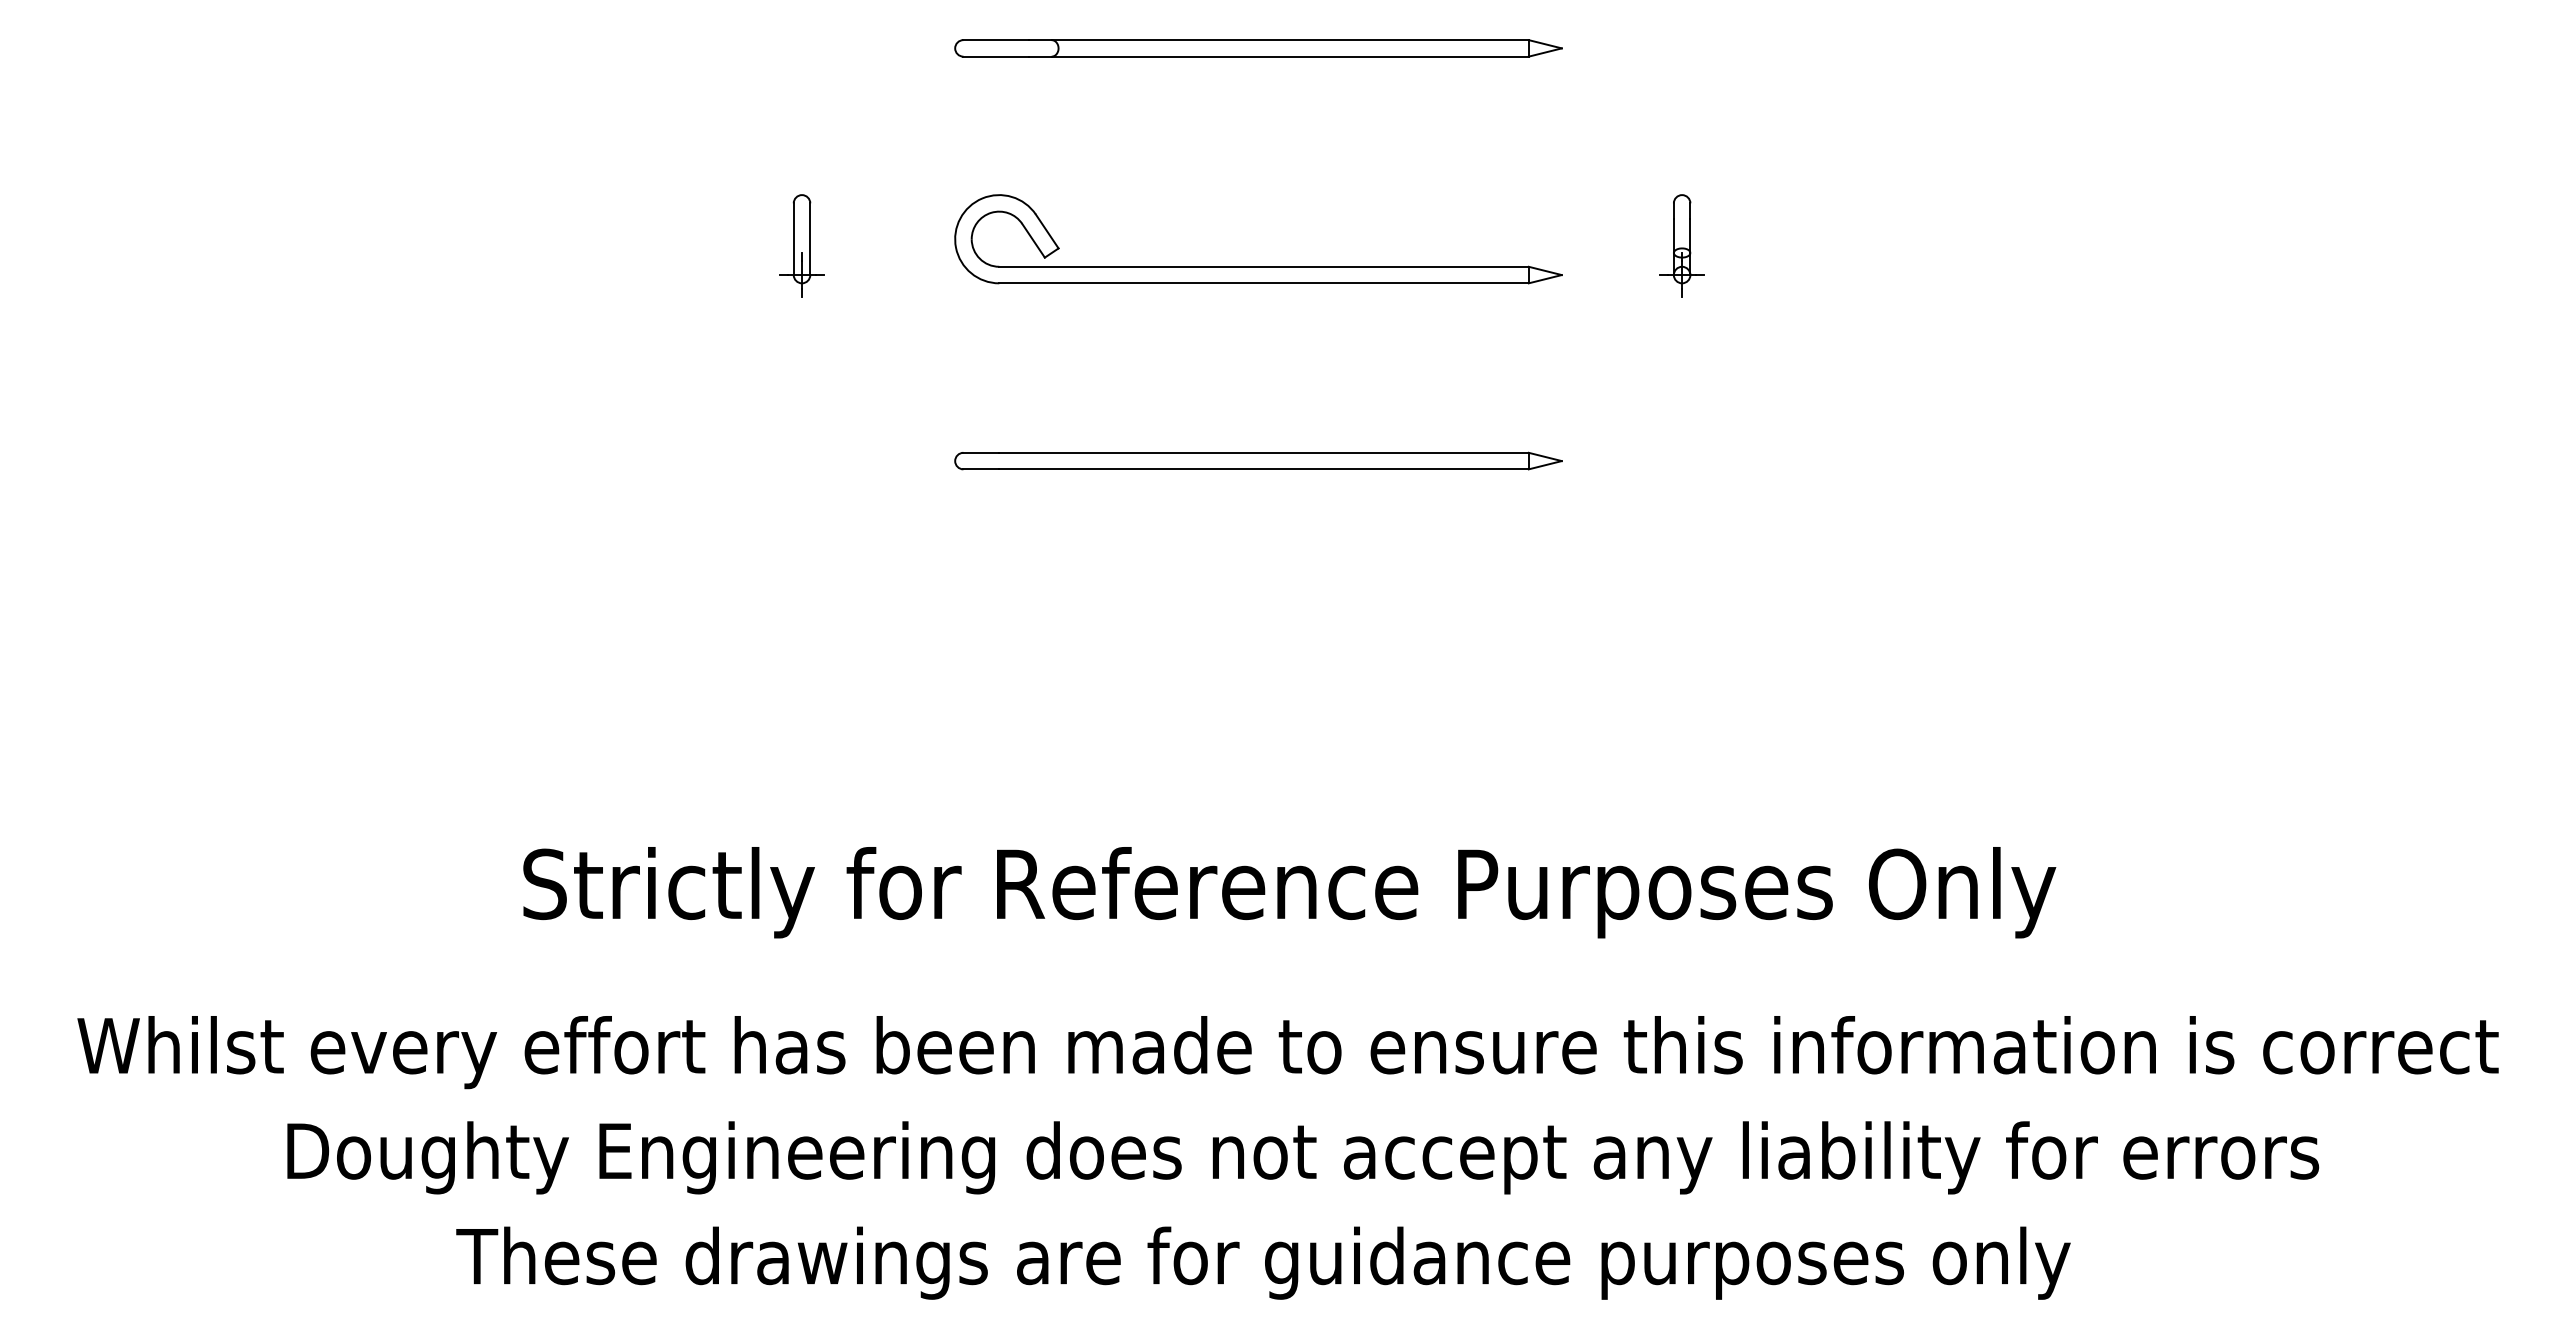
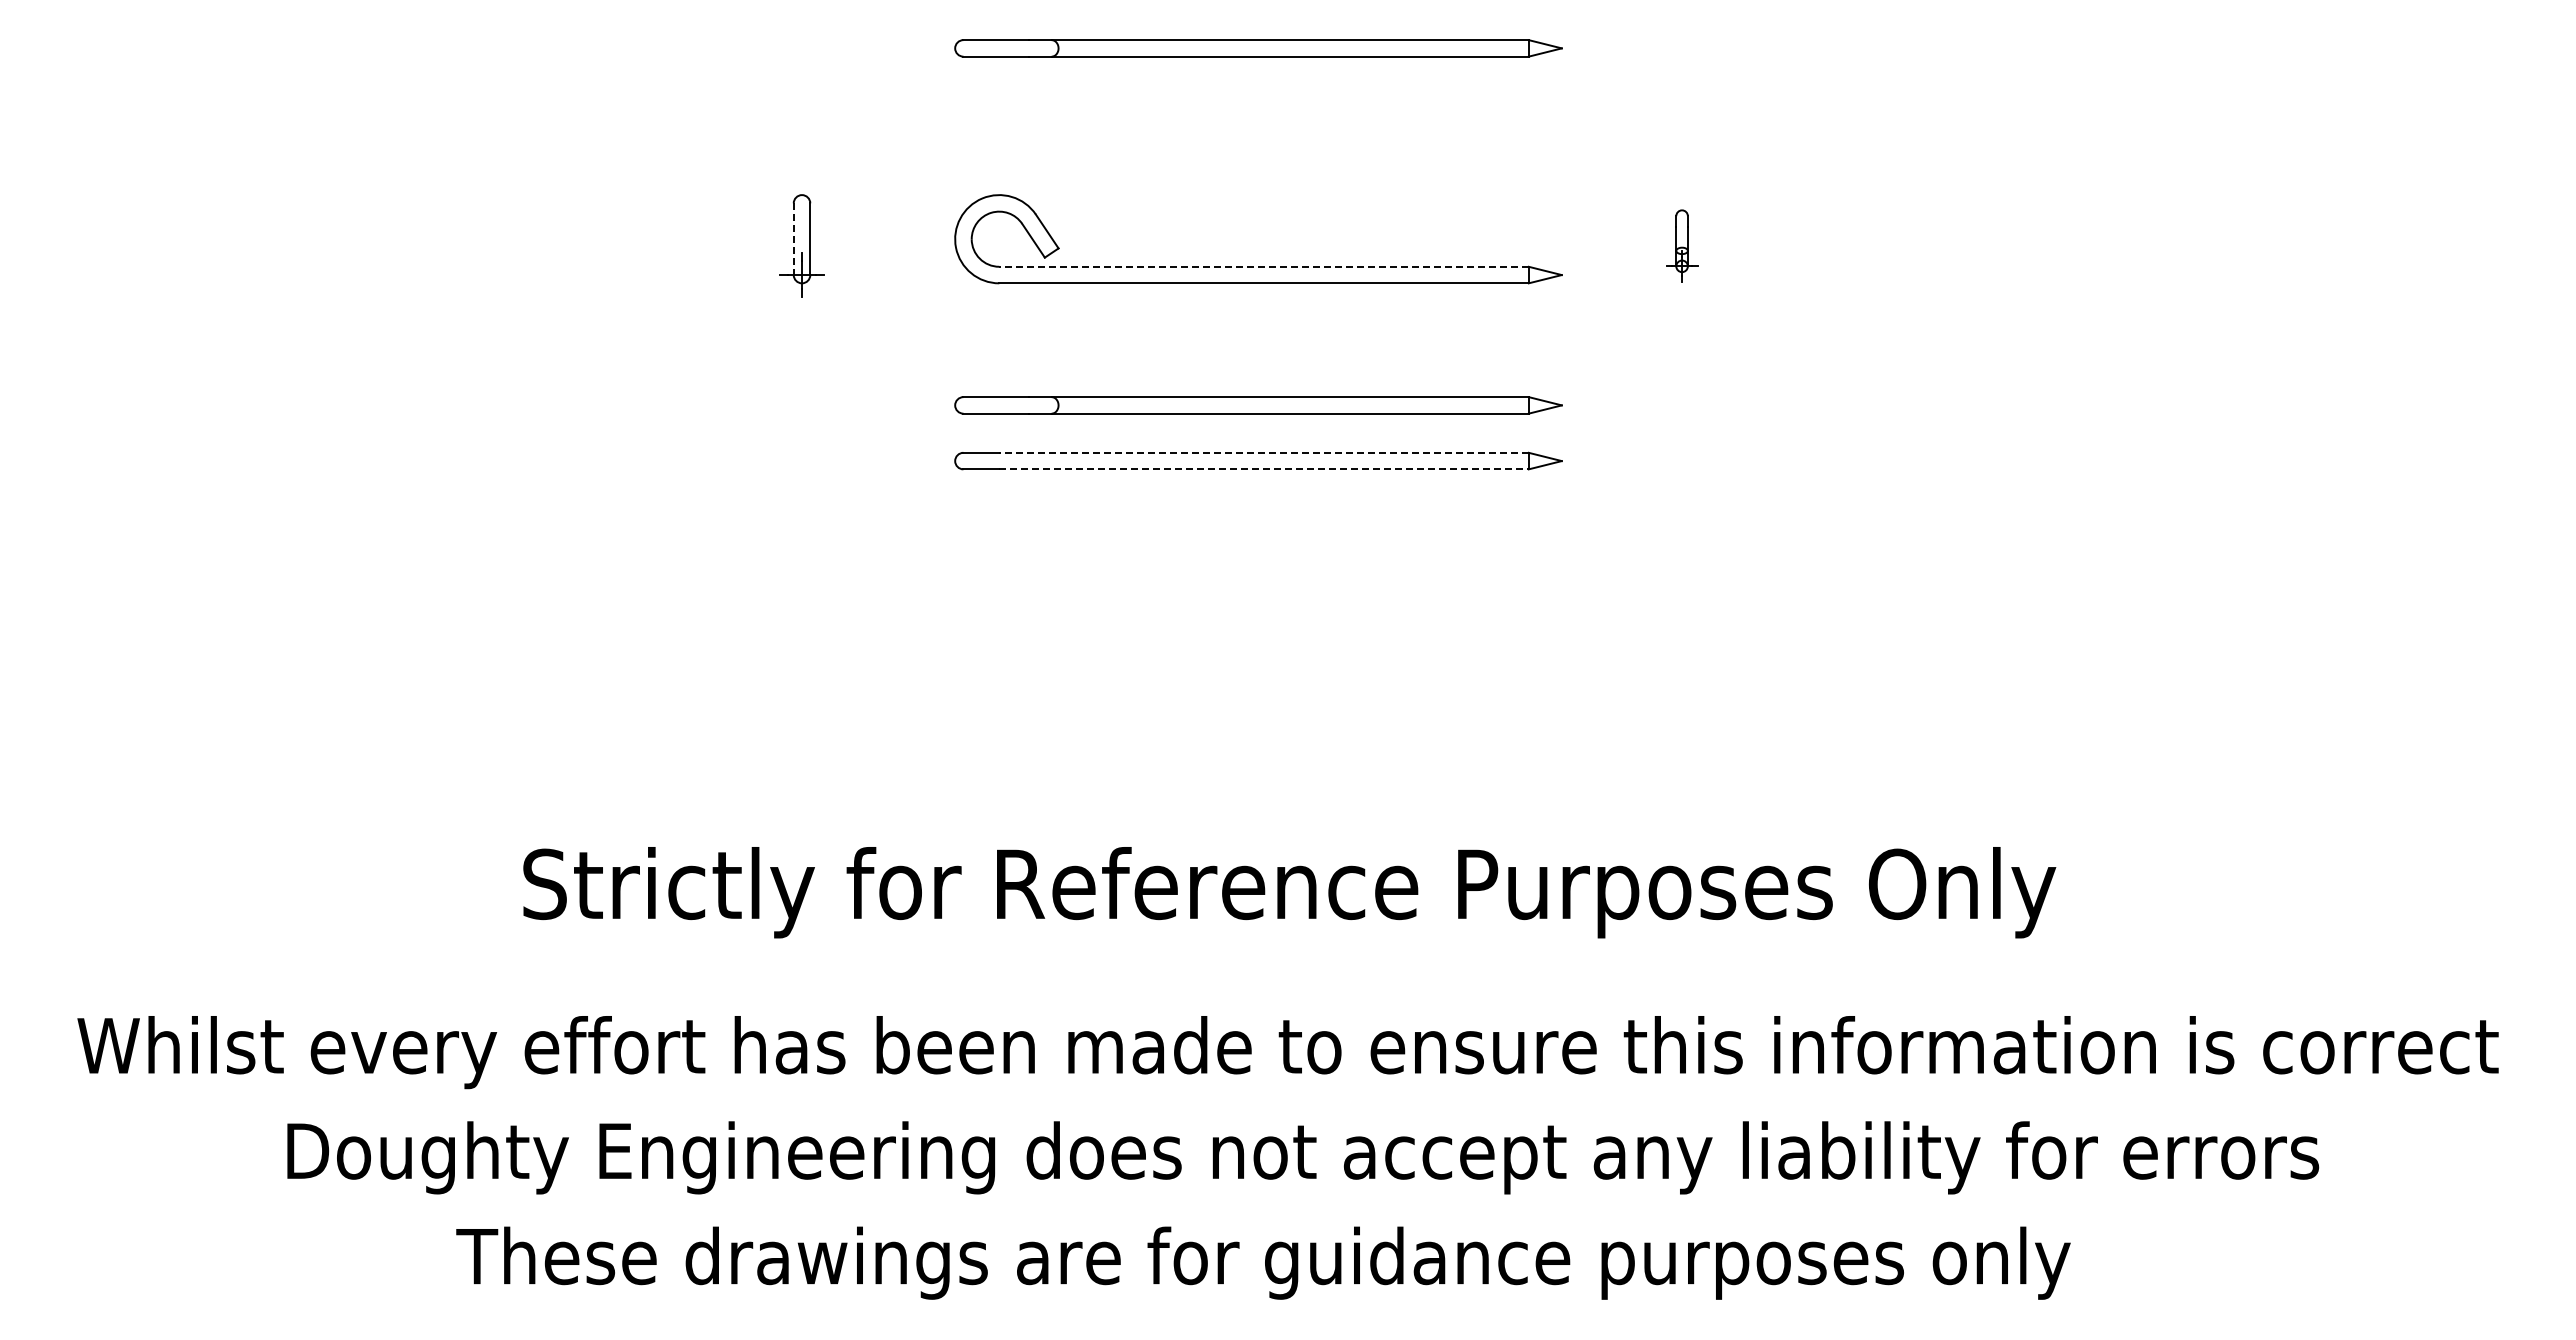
line at (793, 239): solid -> dashed
part at (1681, 245) size: 46x104 px -> 33x74 px
line at (1264, 266): solid -> dashed
part at (1258, 405): none -> present
line at (1264, 452): solid -> dashed
line at (1264, 469): solid -> dashed
